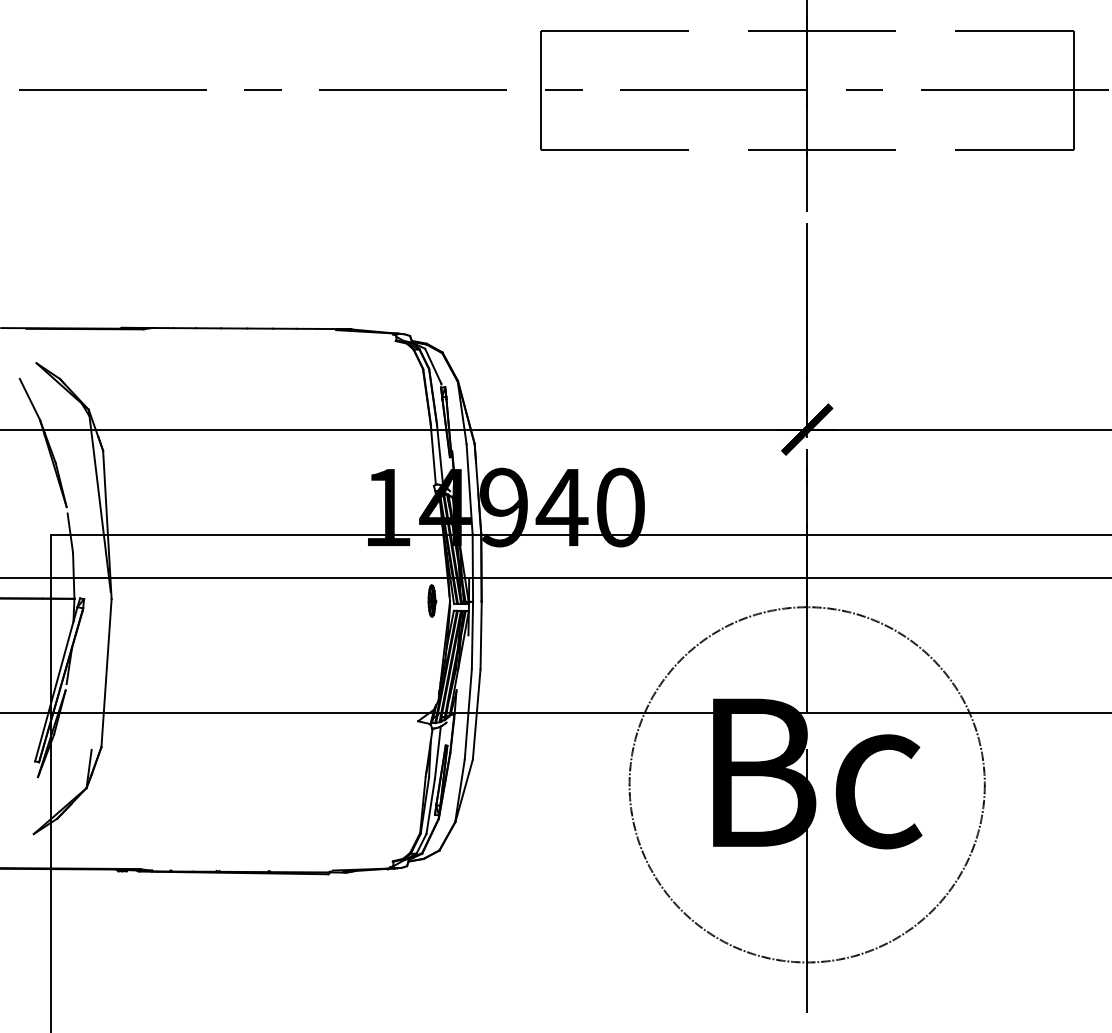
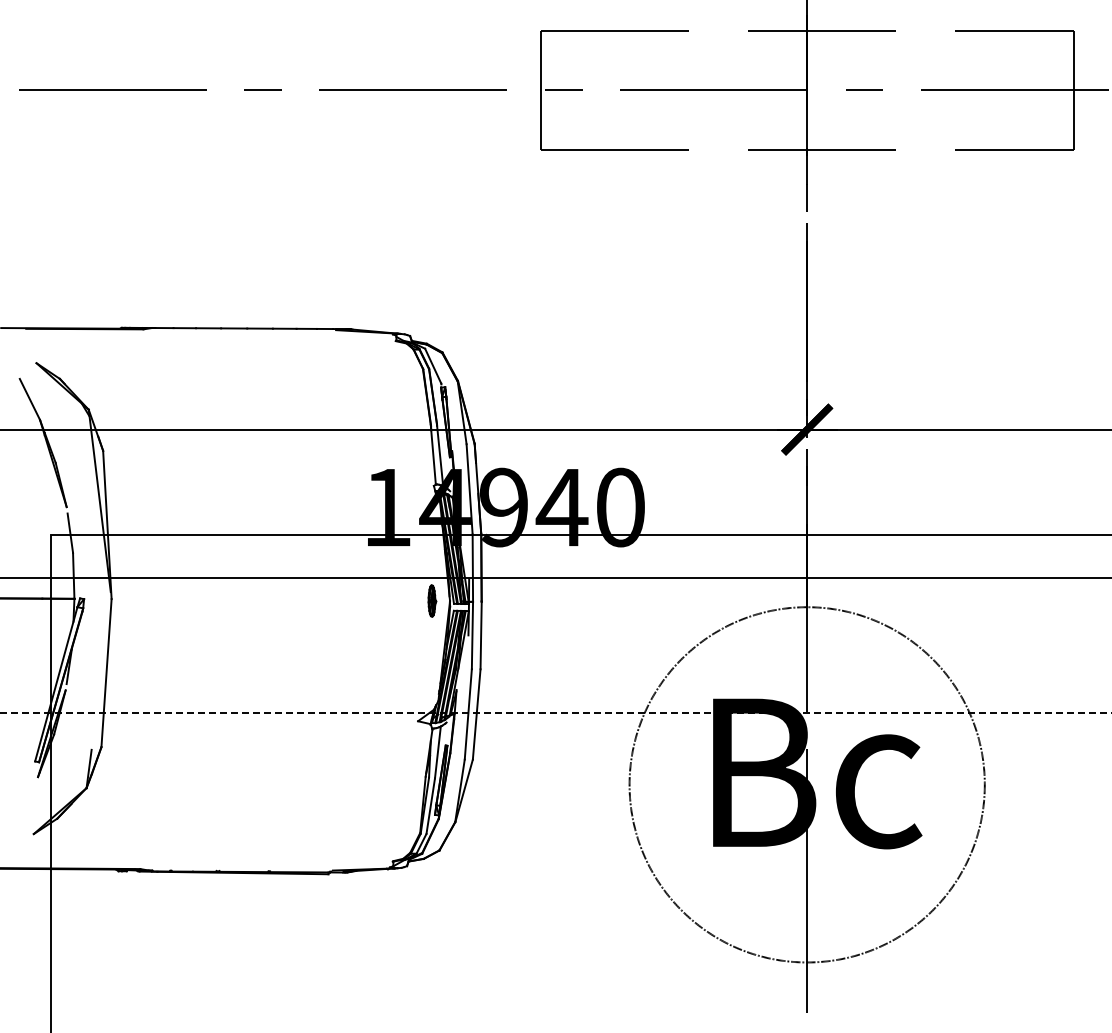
line at (555, 712): solid -> dashed
